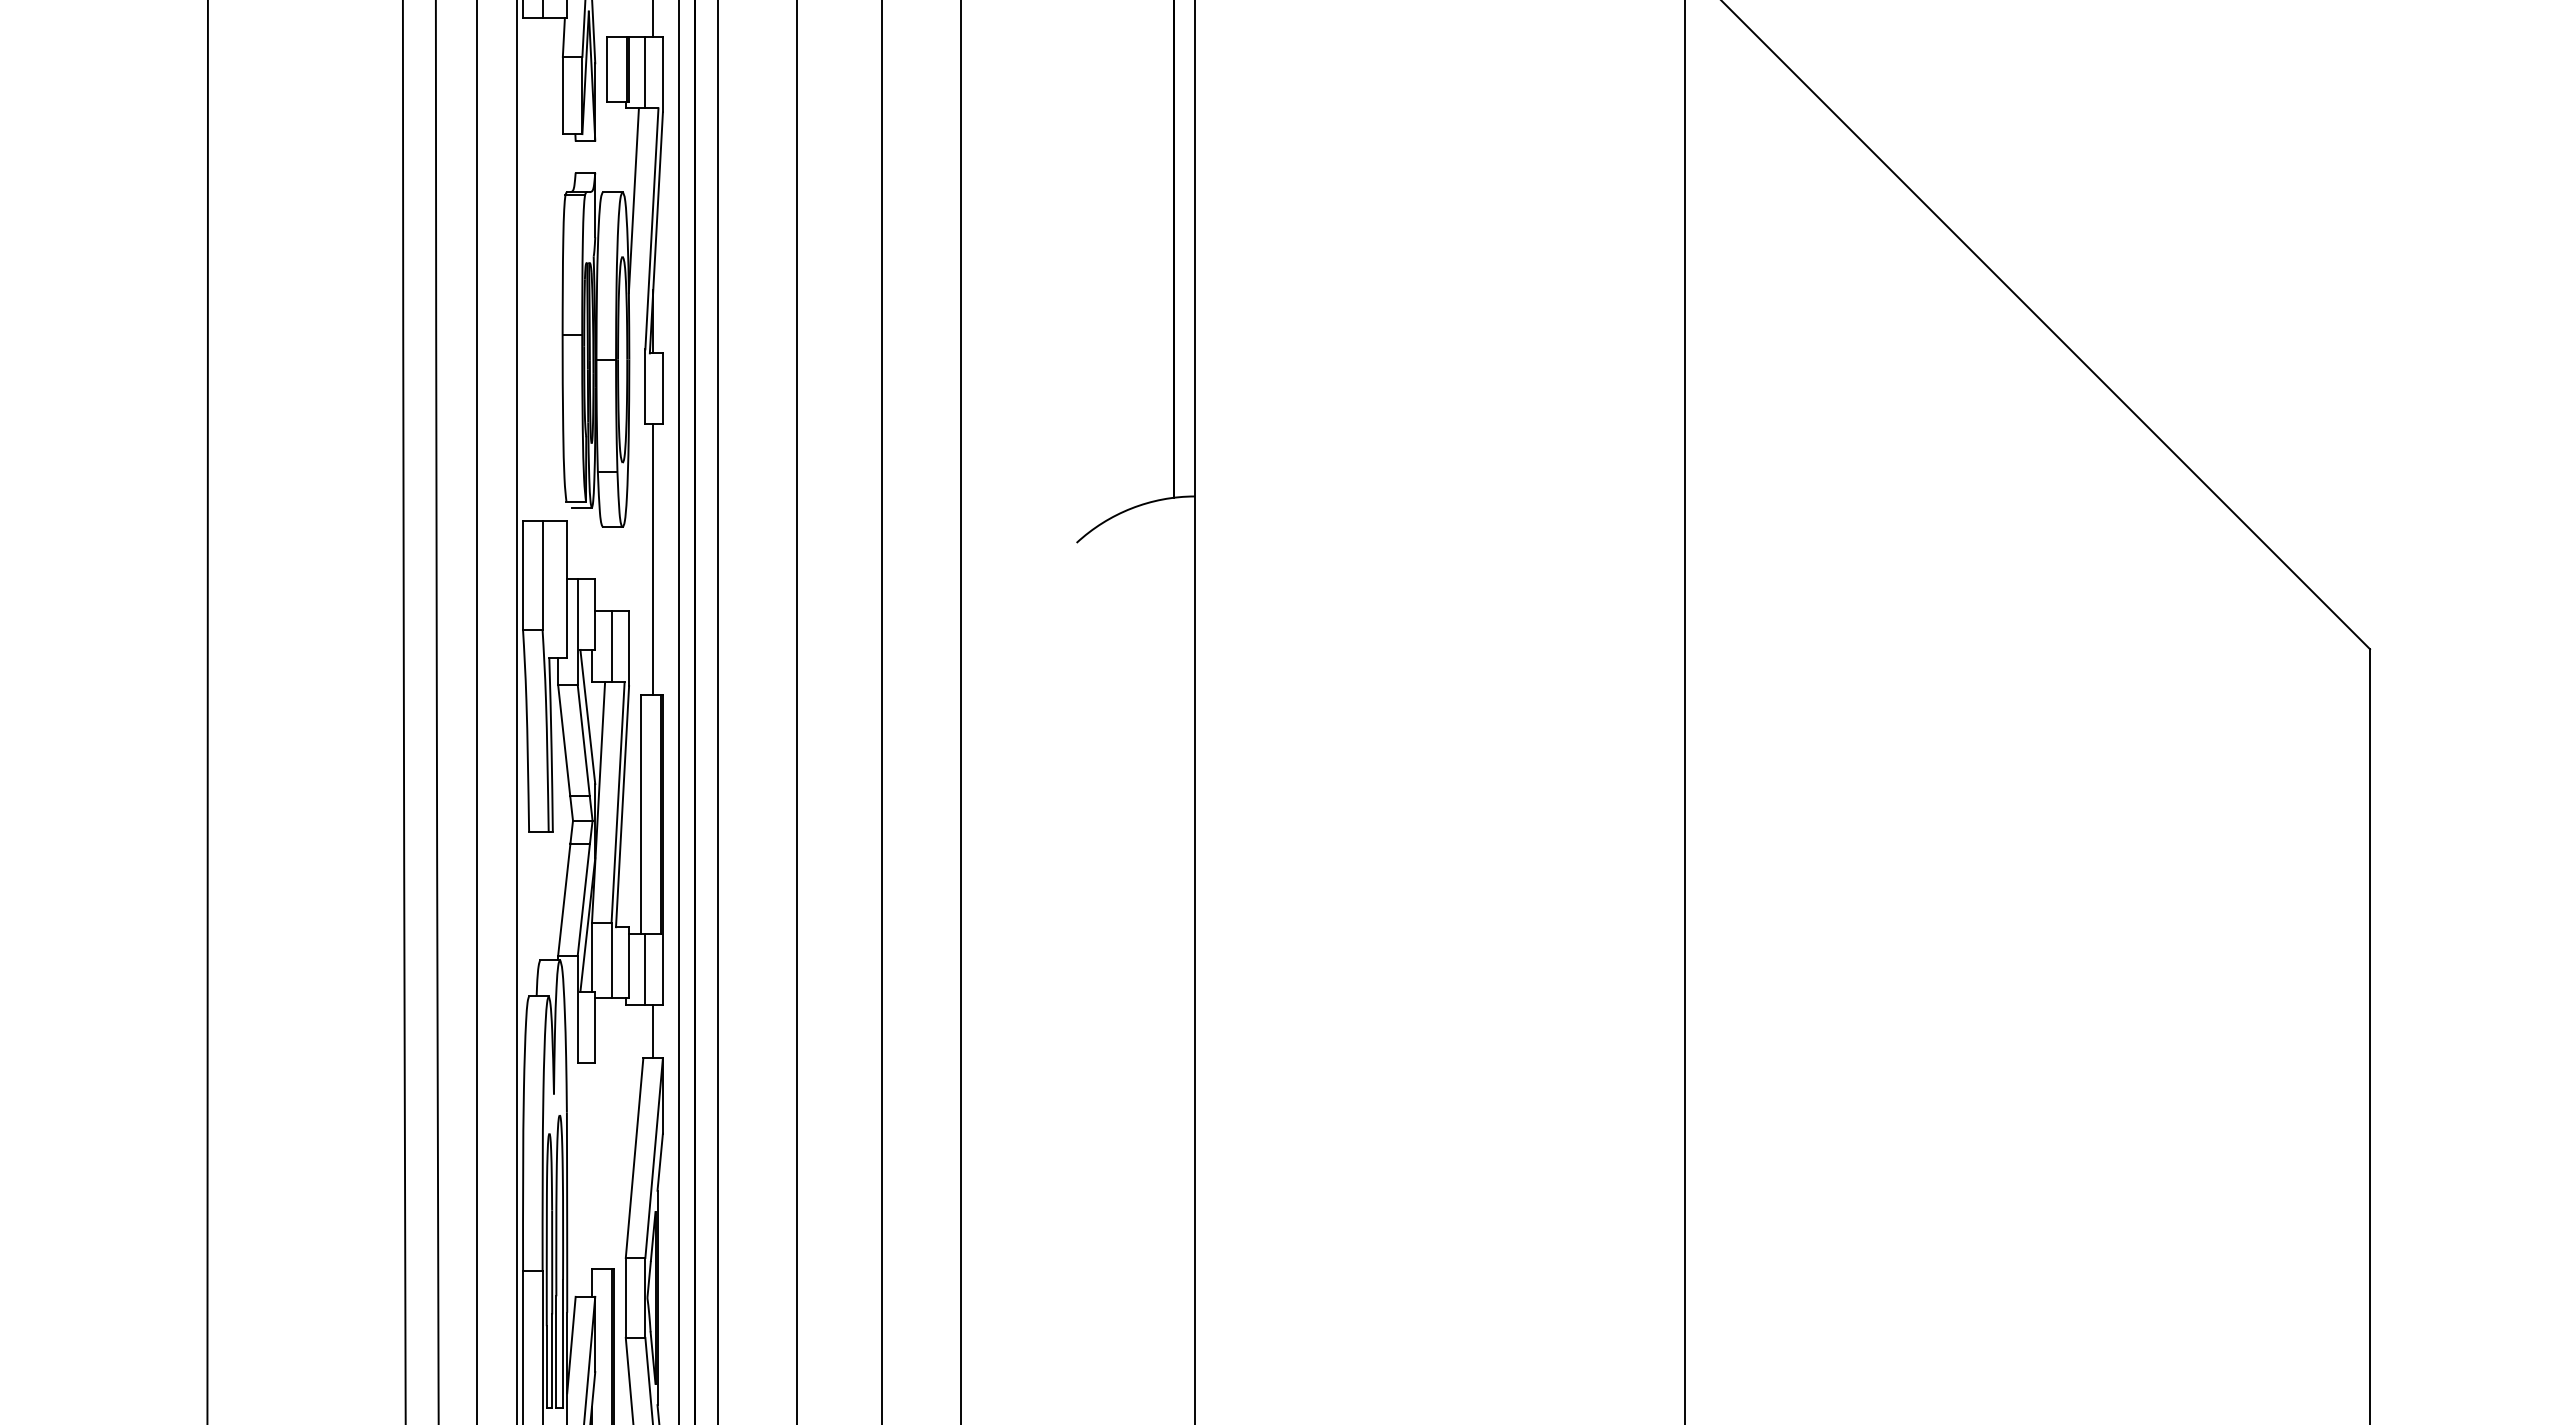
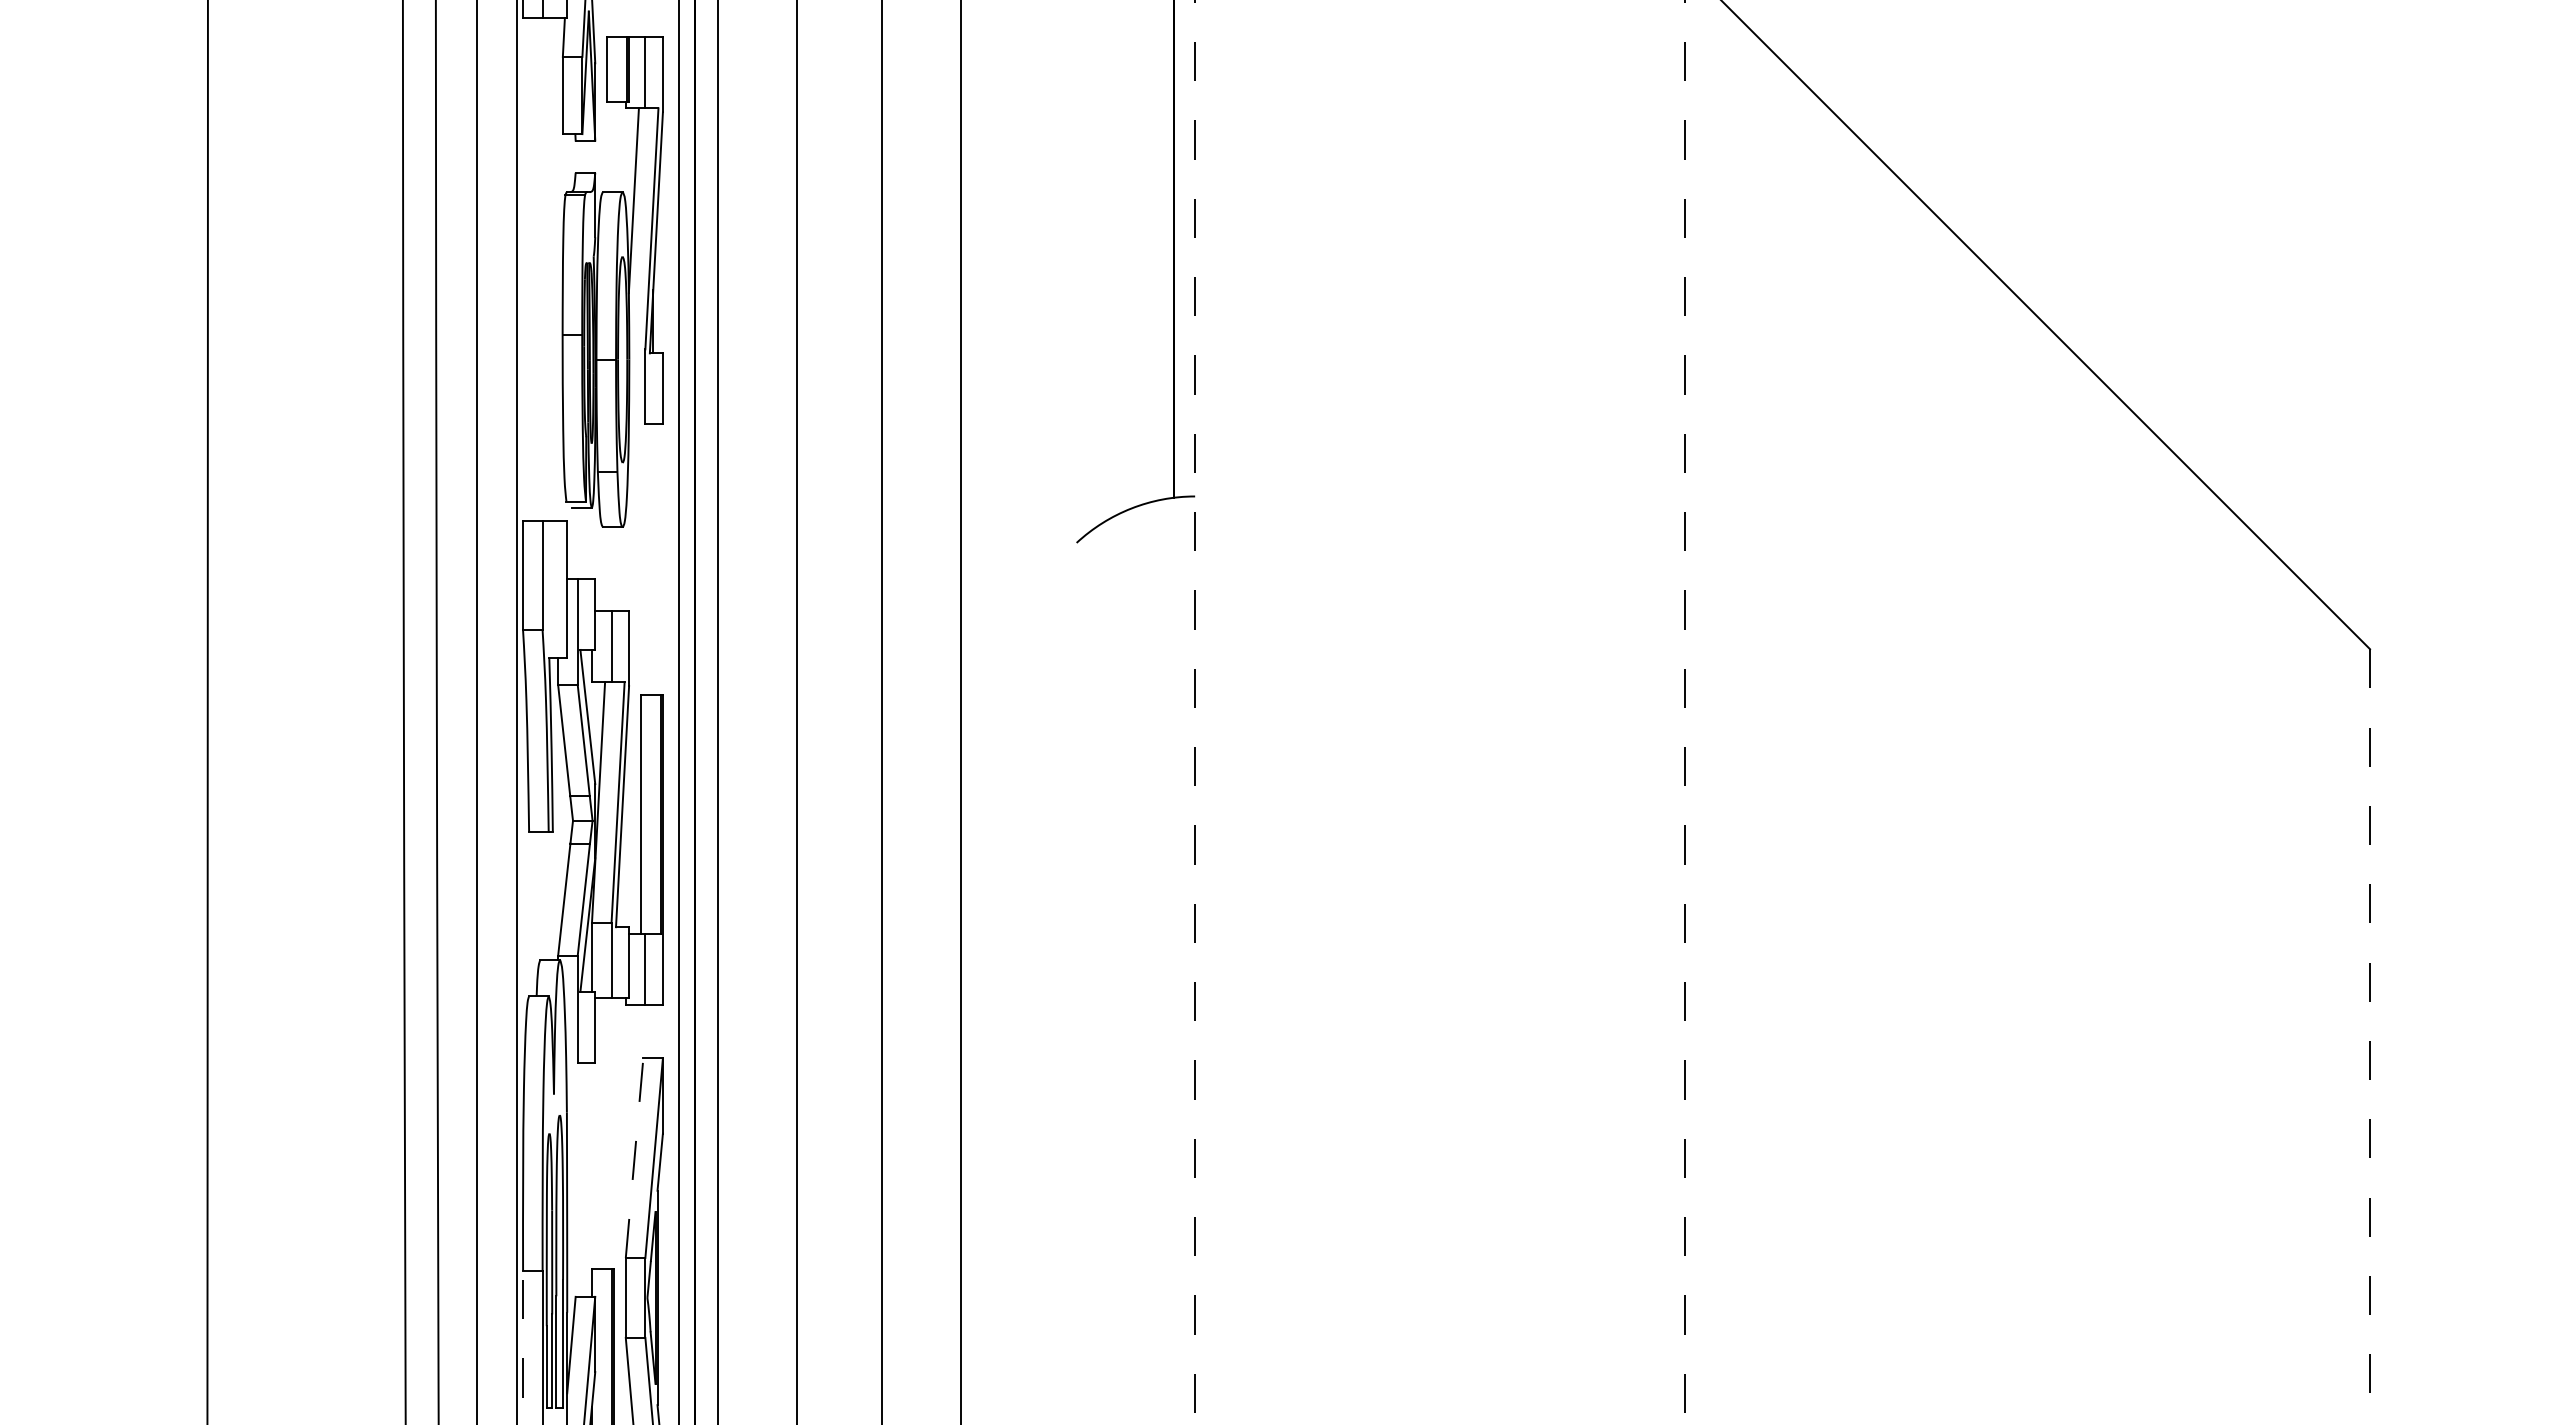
line at (653, 19): present -> none
line at (653, 559): present -> none
line at (1195, 712): solid -> dashed
line at (1684, 712): solid -> dashed
line at (653, 1031): present -> none
line at (2370, 1037): solid -> dashed
line at (634, 1157): solid -> dashed
line at (523, 1347): solid -> dashed
